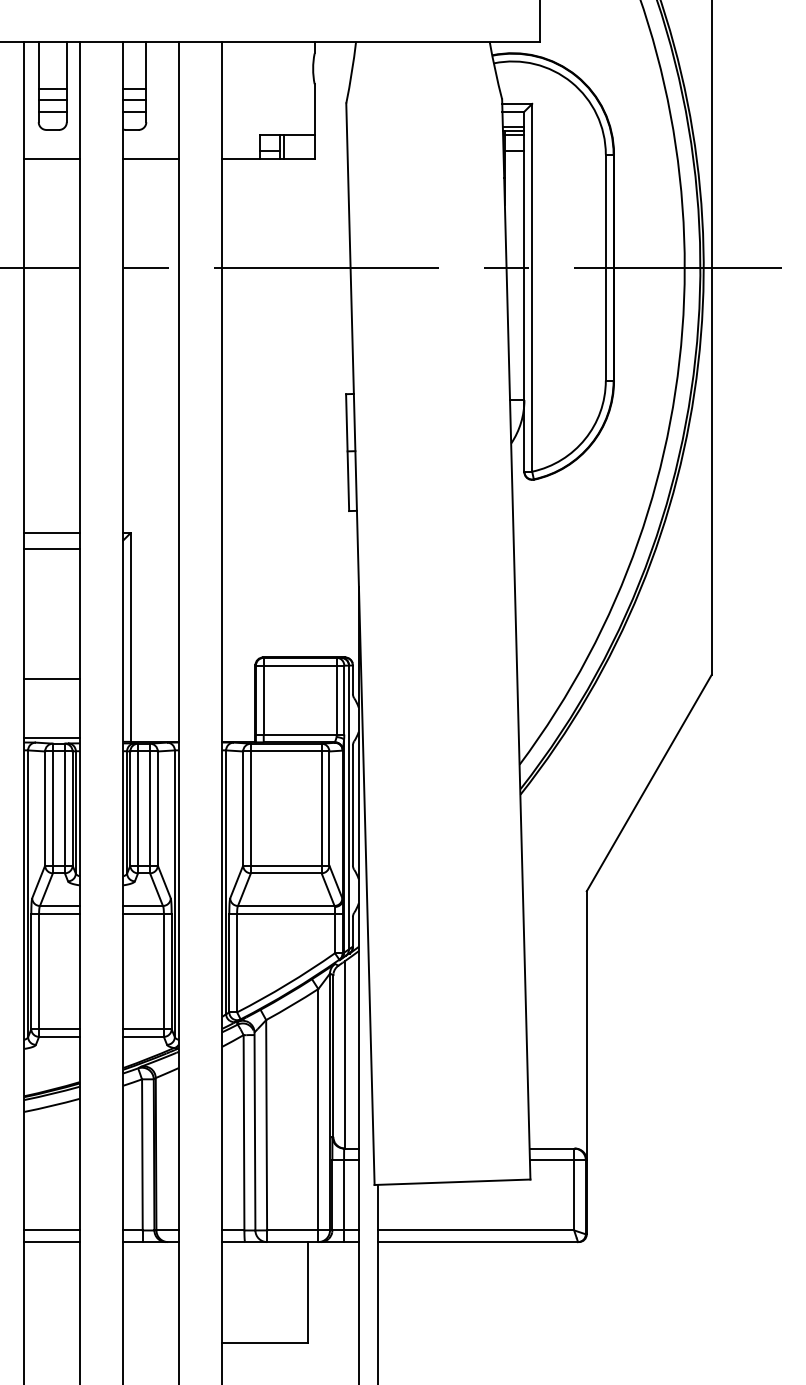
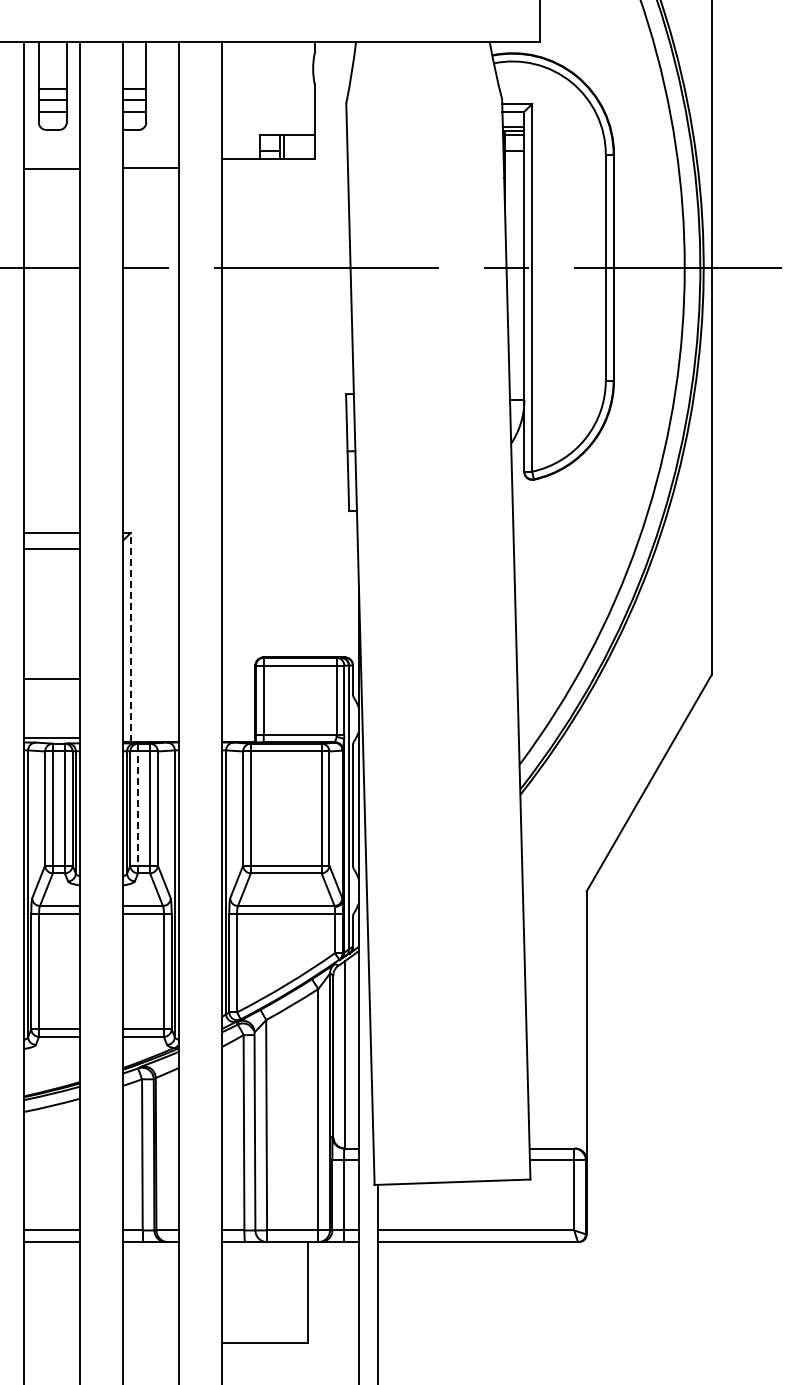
line at (51, 159) position: (51, 159) -> (51, 169)
line at (150, 159) position: (150, 159) -> (150, 168)
line at (130, 637): solid -> dashed
line at (138, 808): solid -> dashed
